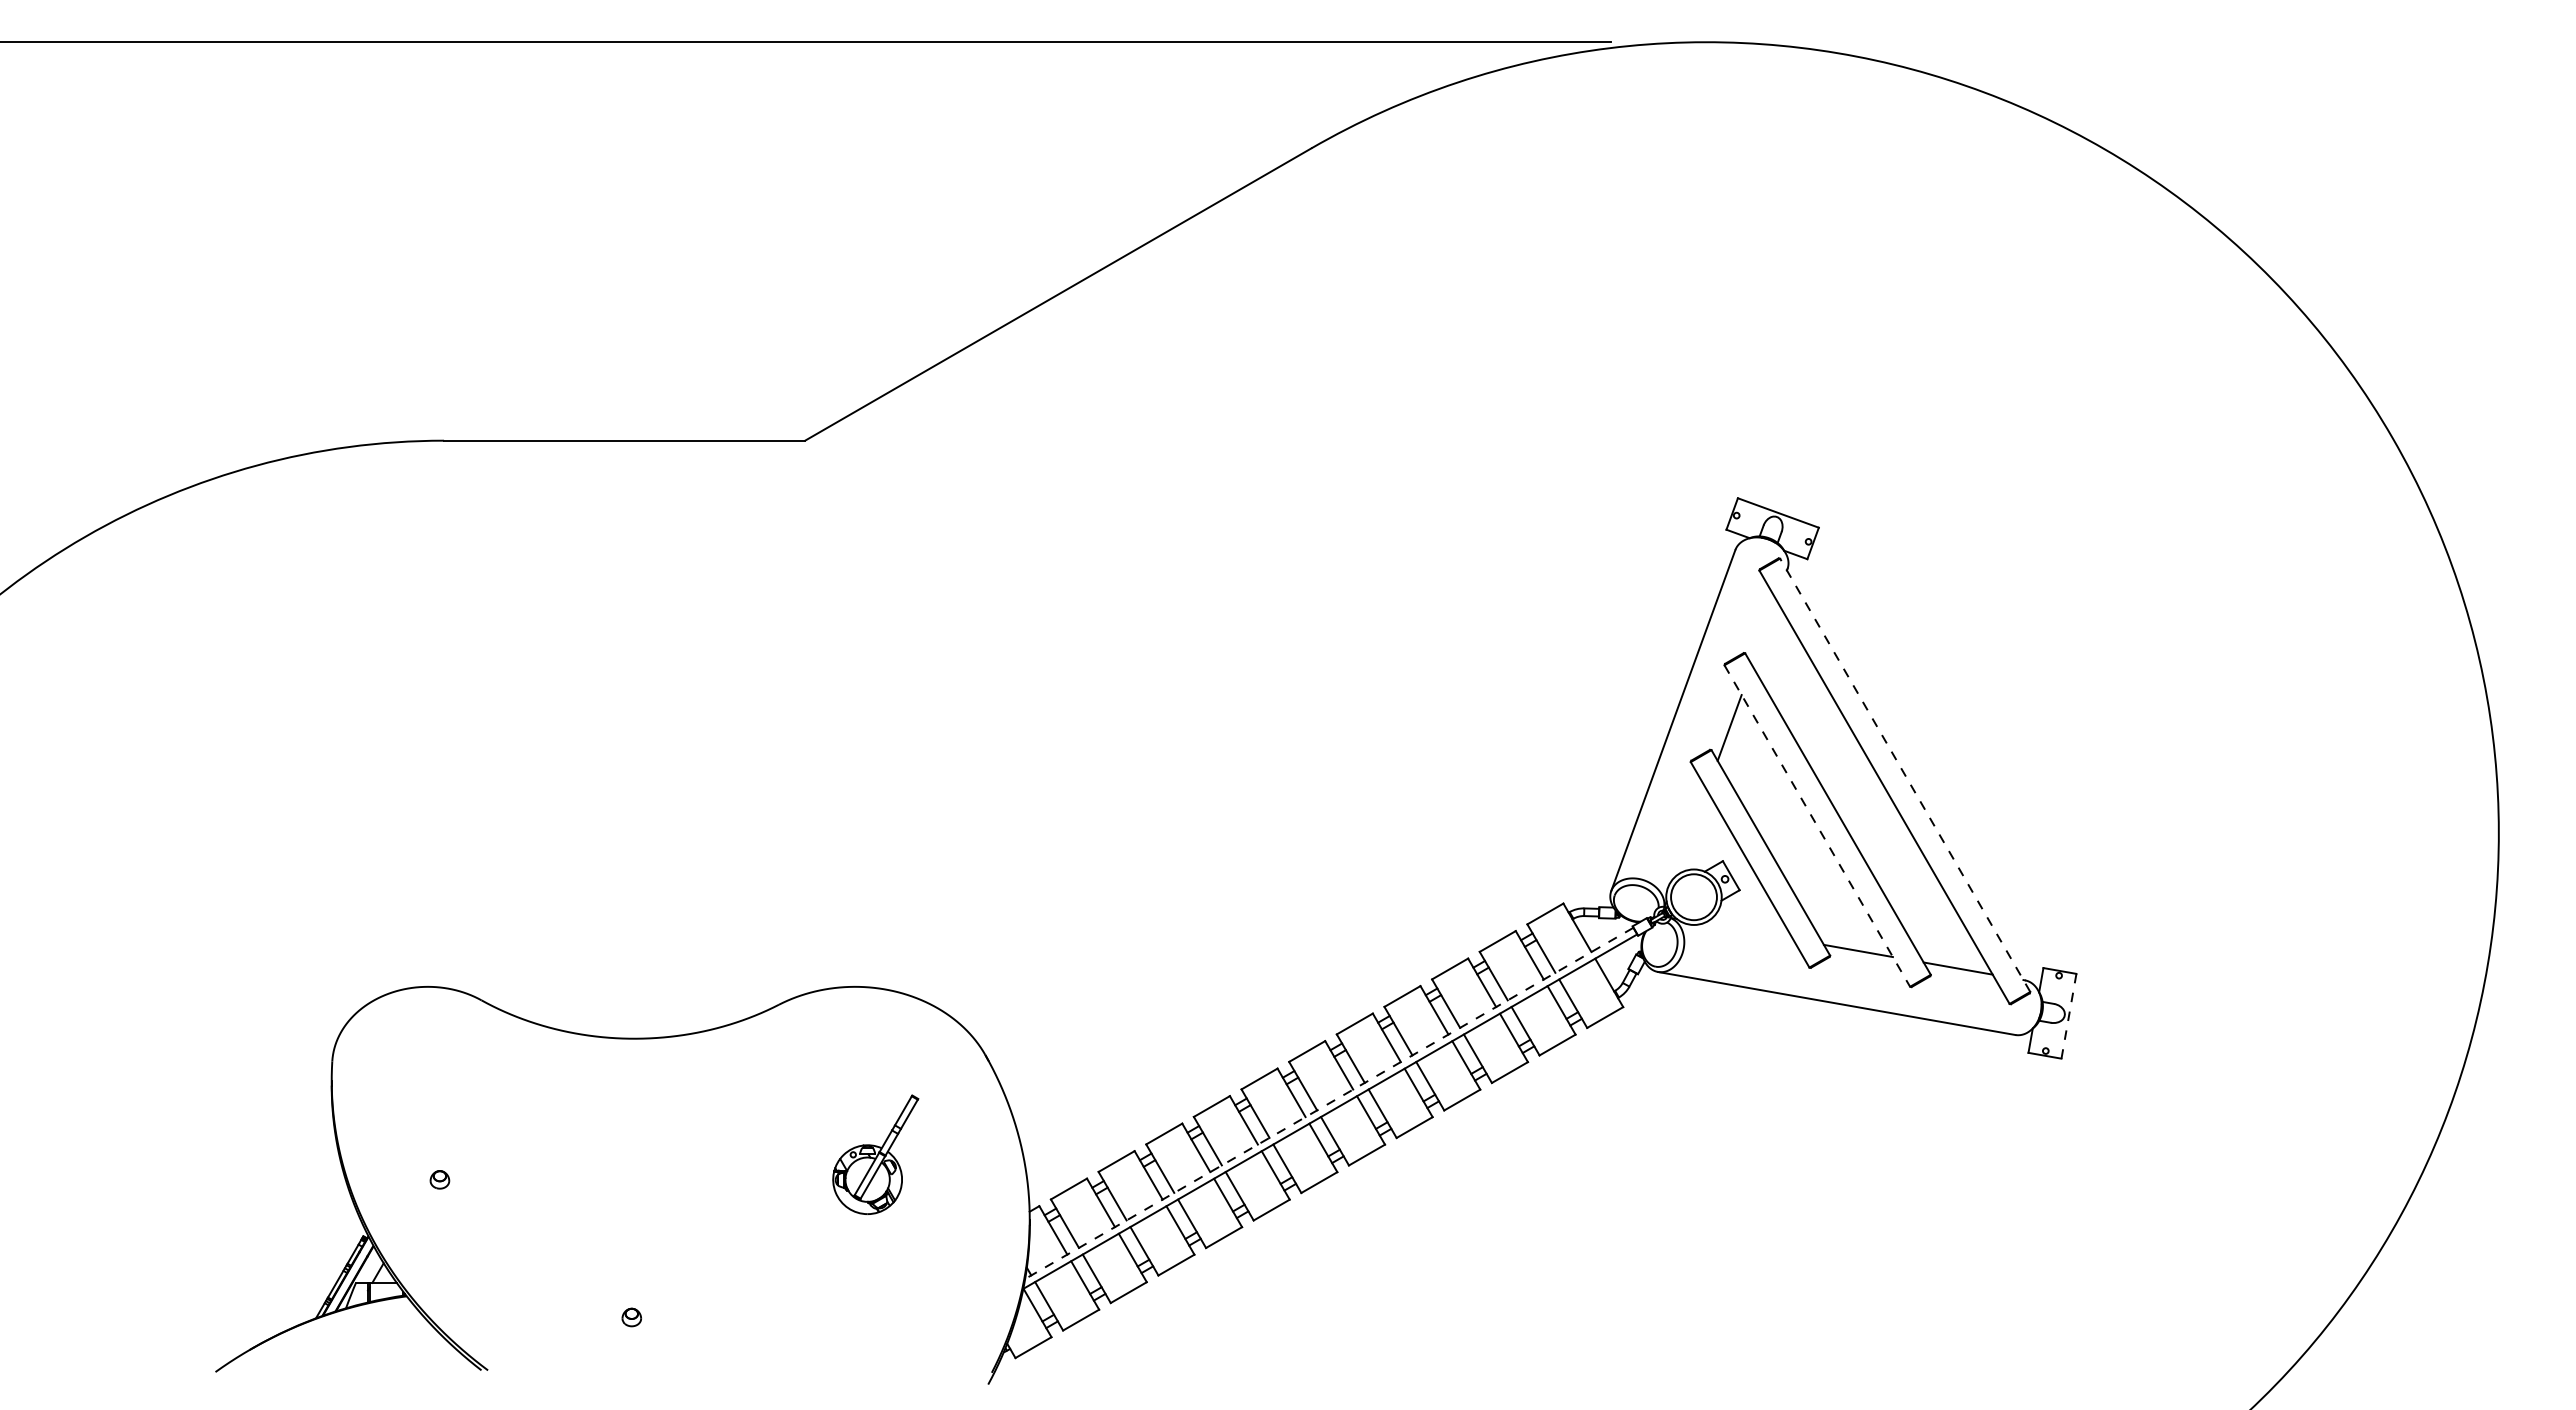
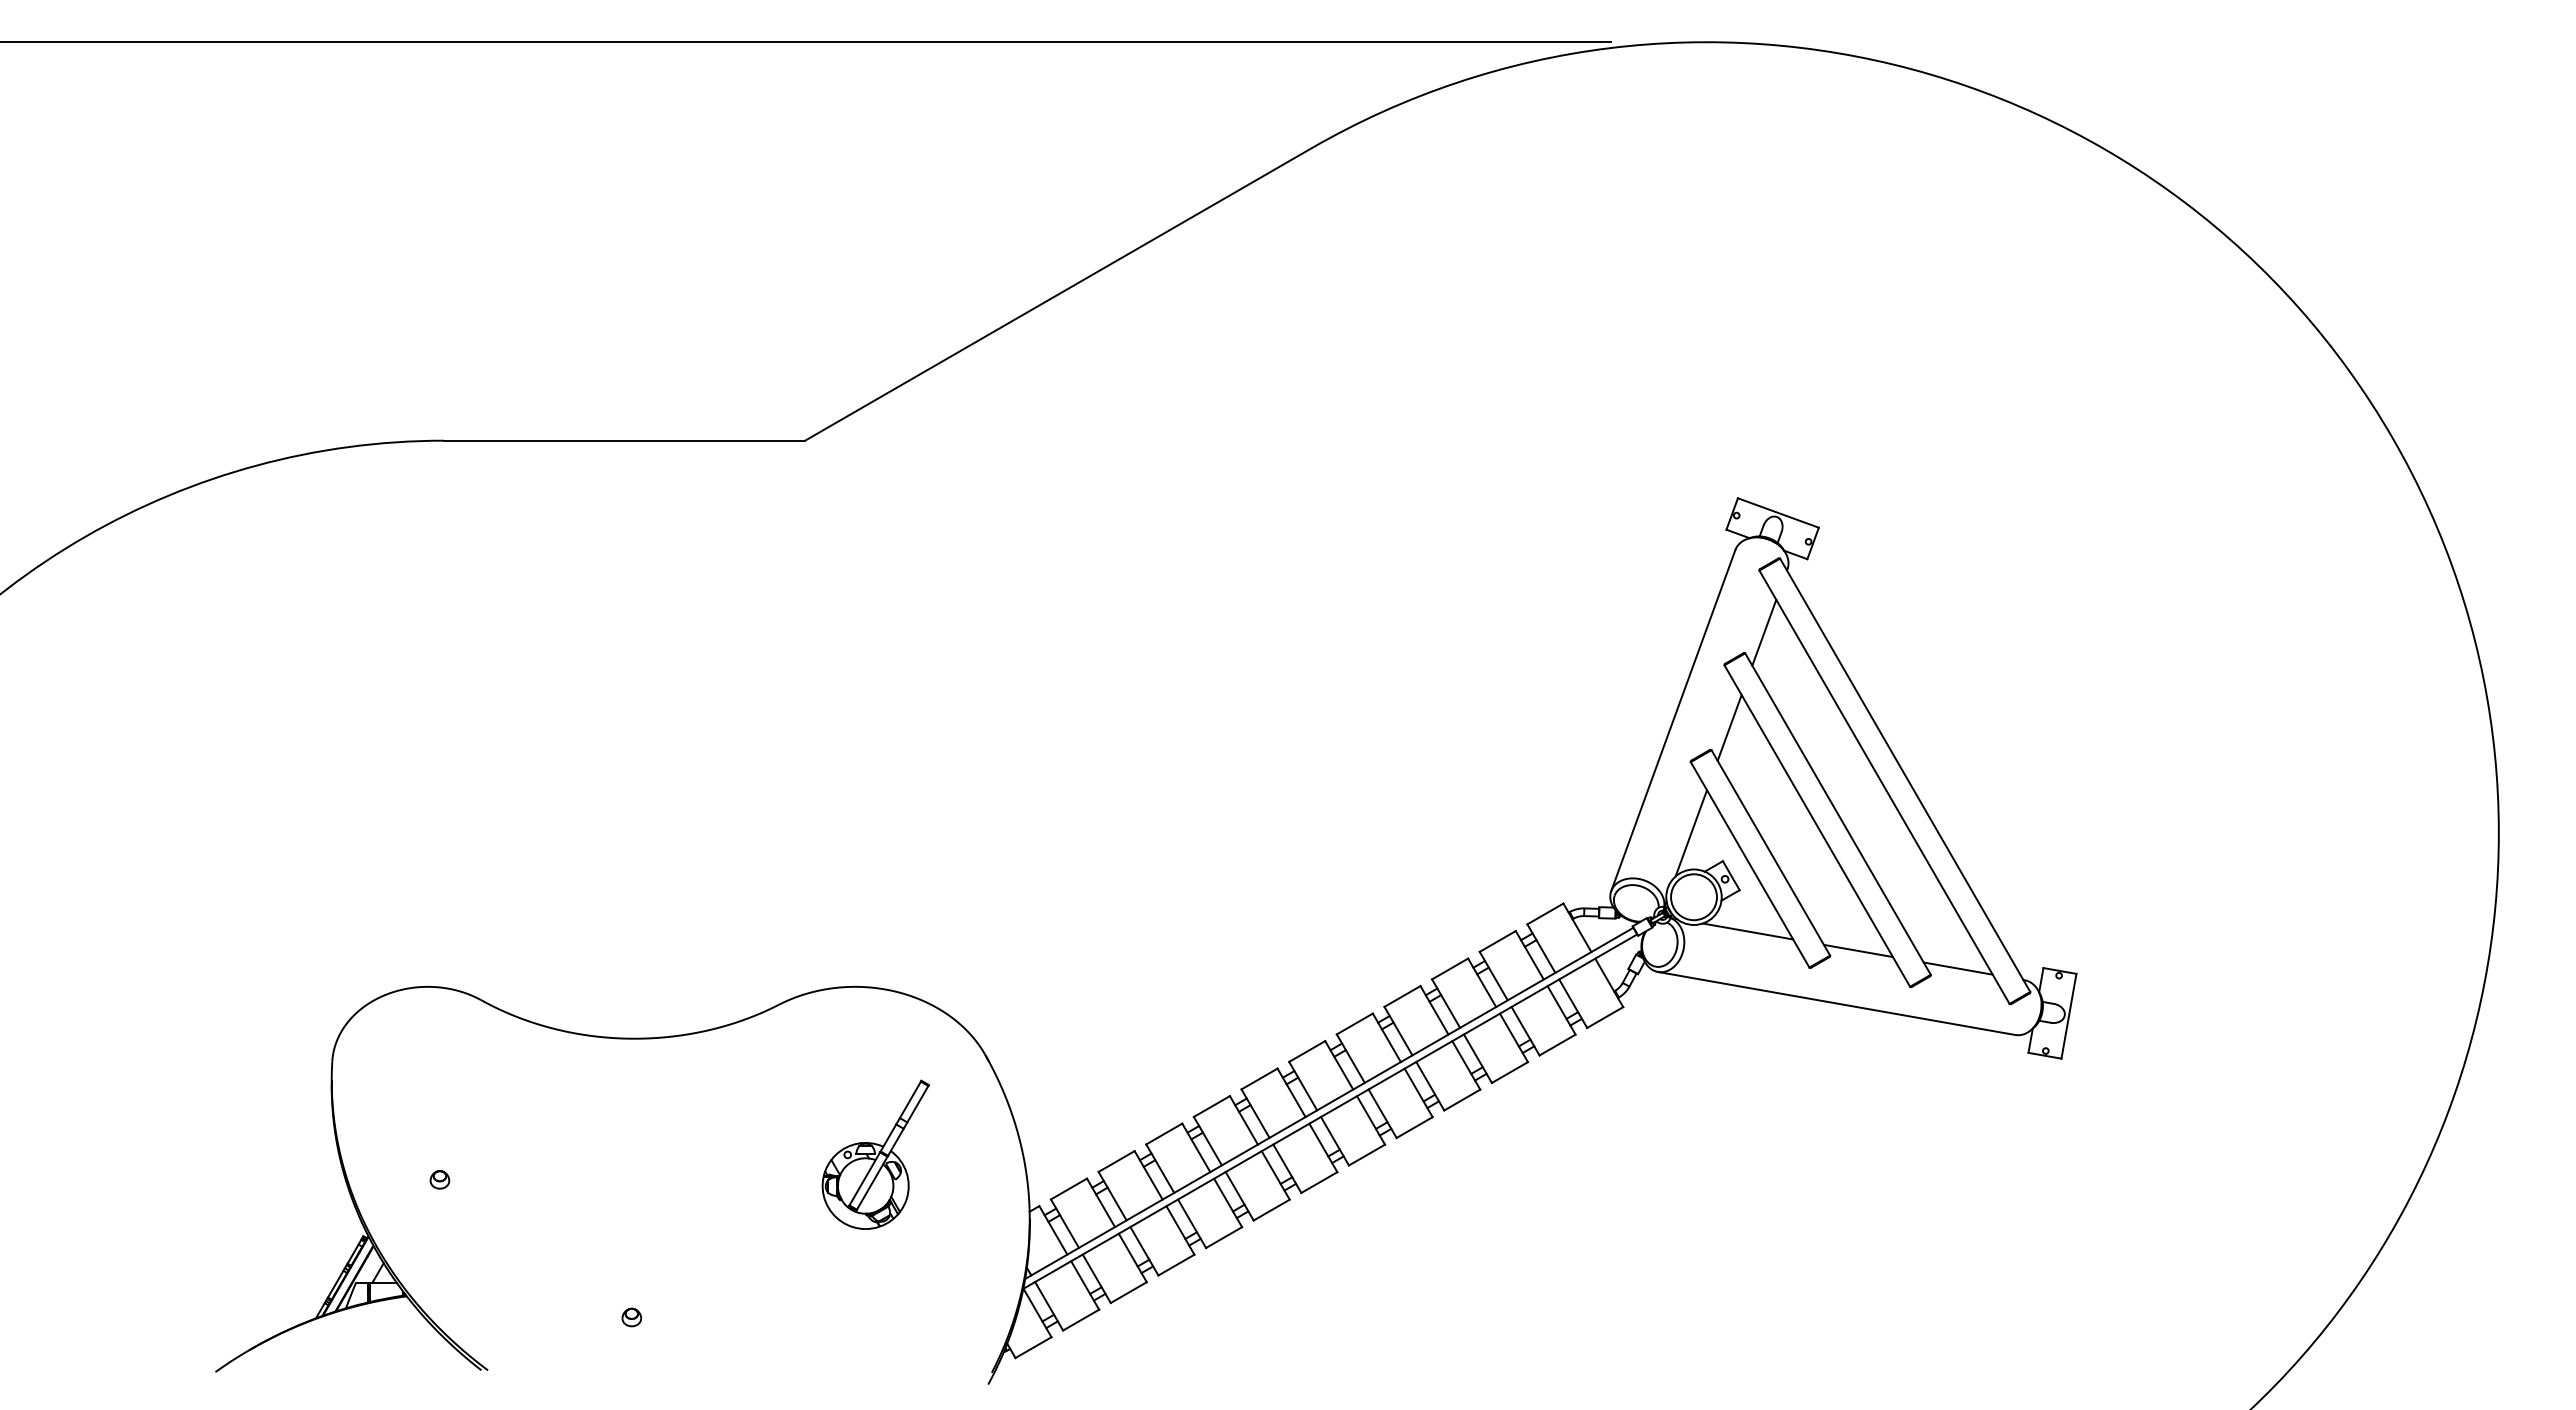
line at (1764, 632): none -> present
line at (1904, 774): dashed -> solid
line at (1817, 826): dashed -> solid
line at (1691, 833): none -> present
line at (1747, 931): none -> present
line at (2069, 1015): dashed -> solid
line at (1328, 1103): dashed -> solid
part at (875, 1154) size: 88x121 px -> 109x151 px
